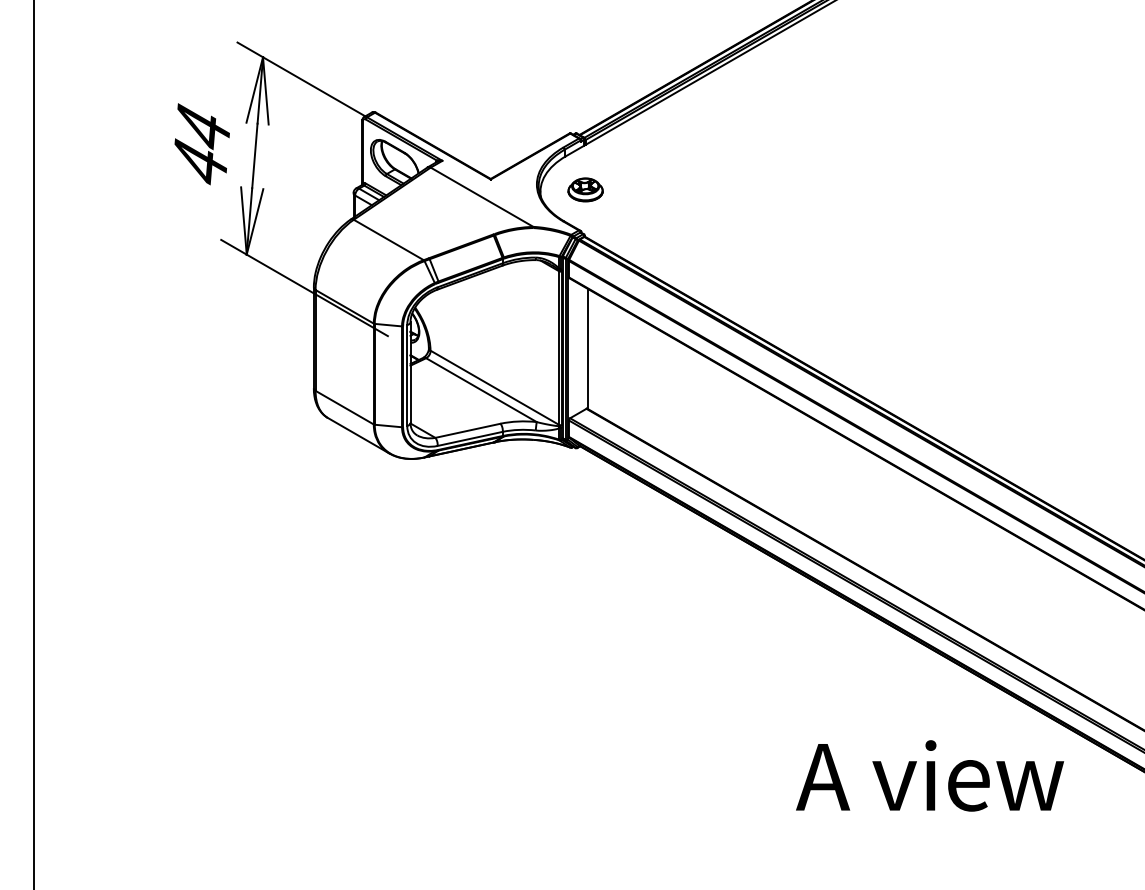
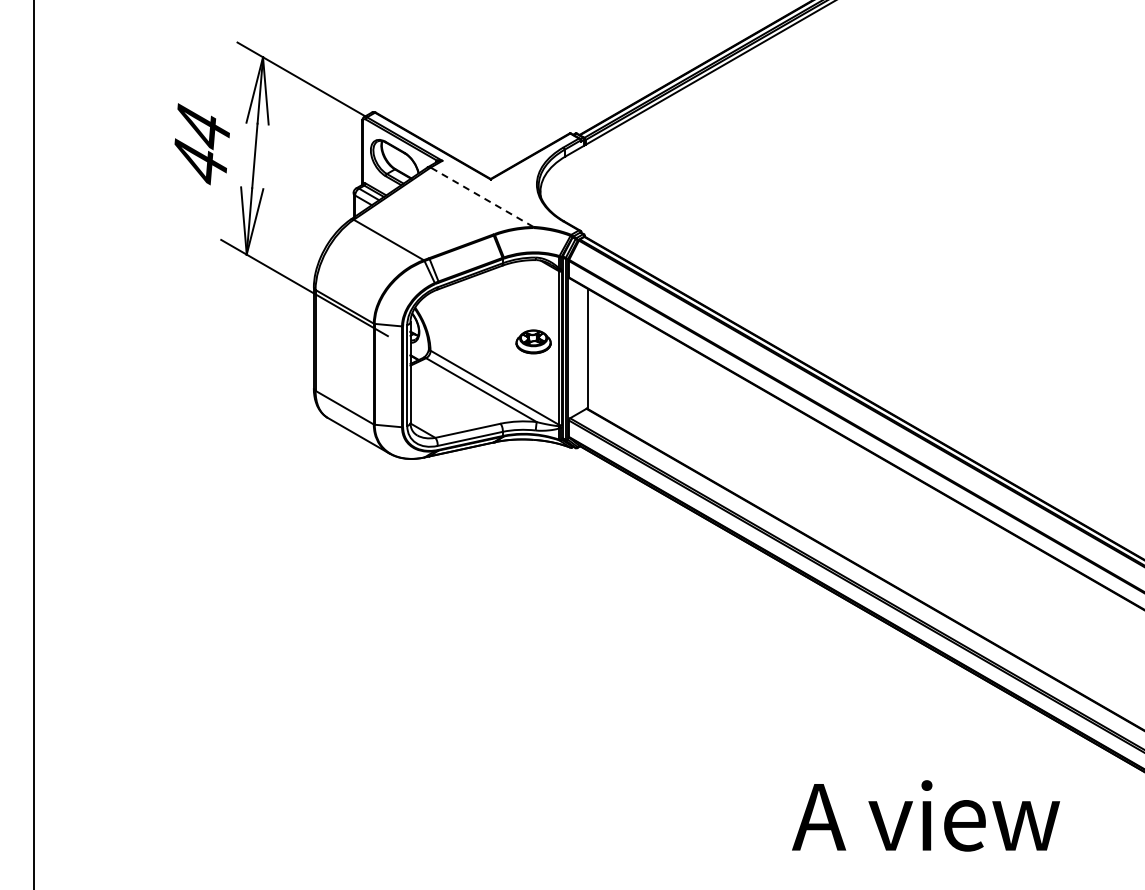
part at (585, 189) position: (585, 189) -> (533, 341)
line at (481, 196): solid -> dashed
text at (929, 775) position: (929, 775) -> (925, 815)
